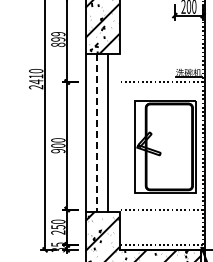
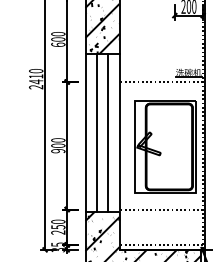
text at (58, 39): 899 -> 600
line at (119, 131): none -> present
line at (96, 133): dashed -> solid
